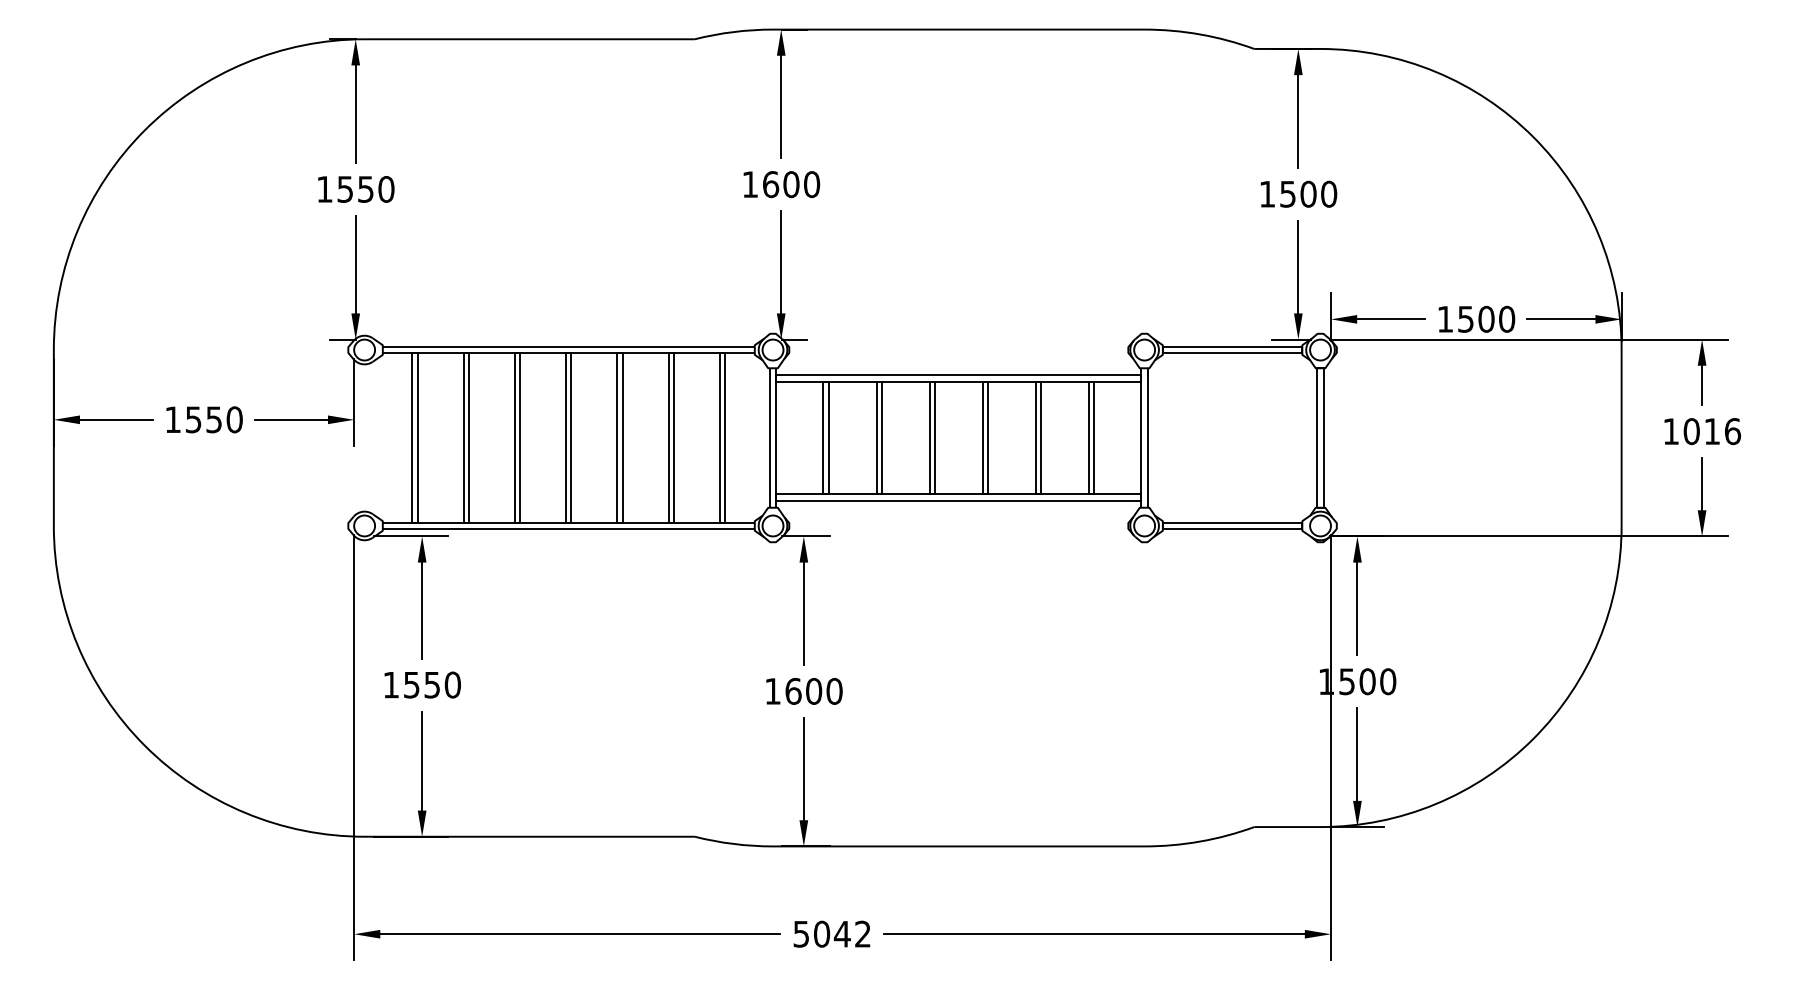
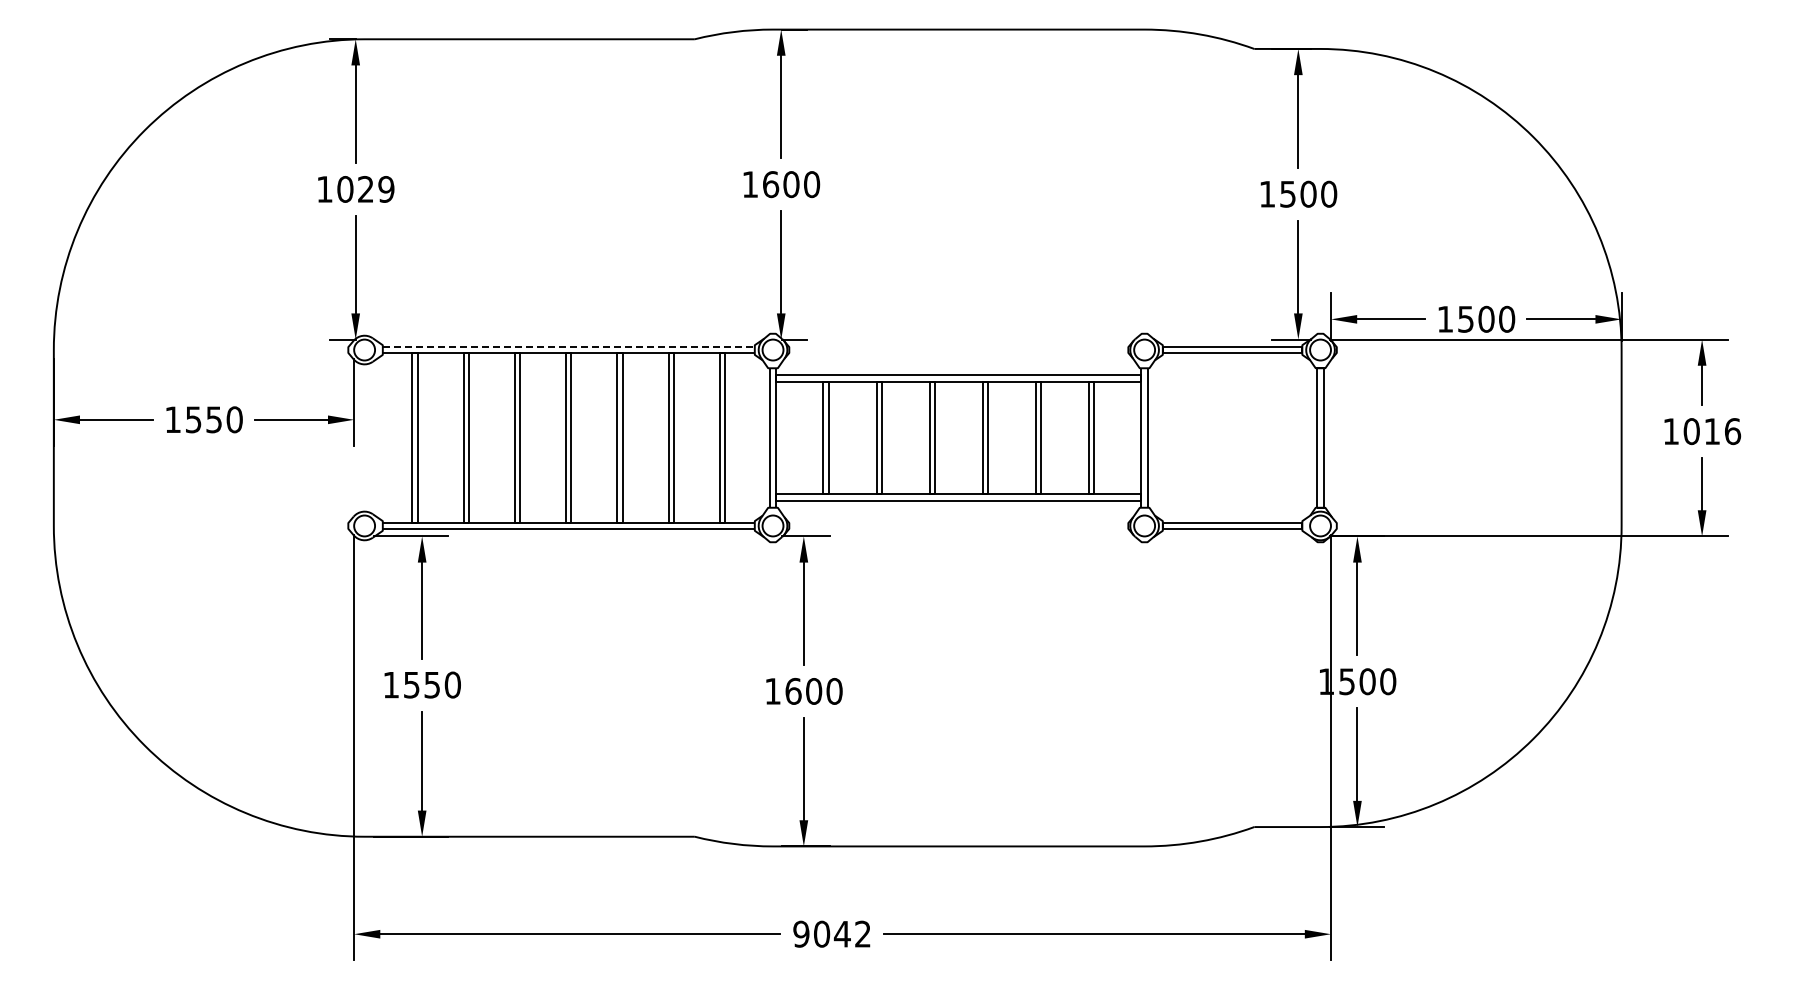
text at (365, 189): 1550 -> 1029
line at (568, 346): solid -> dashed
text at (801, 933): 5042 -> 9042
